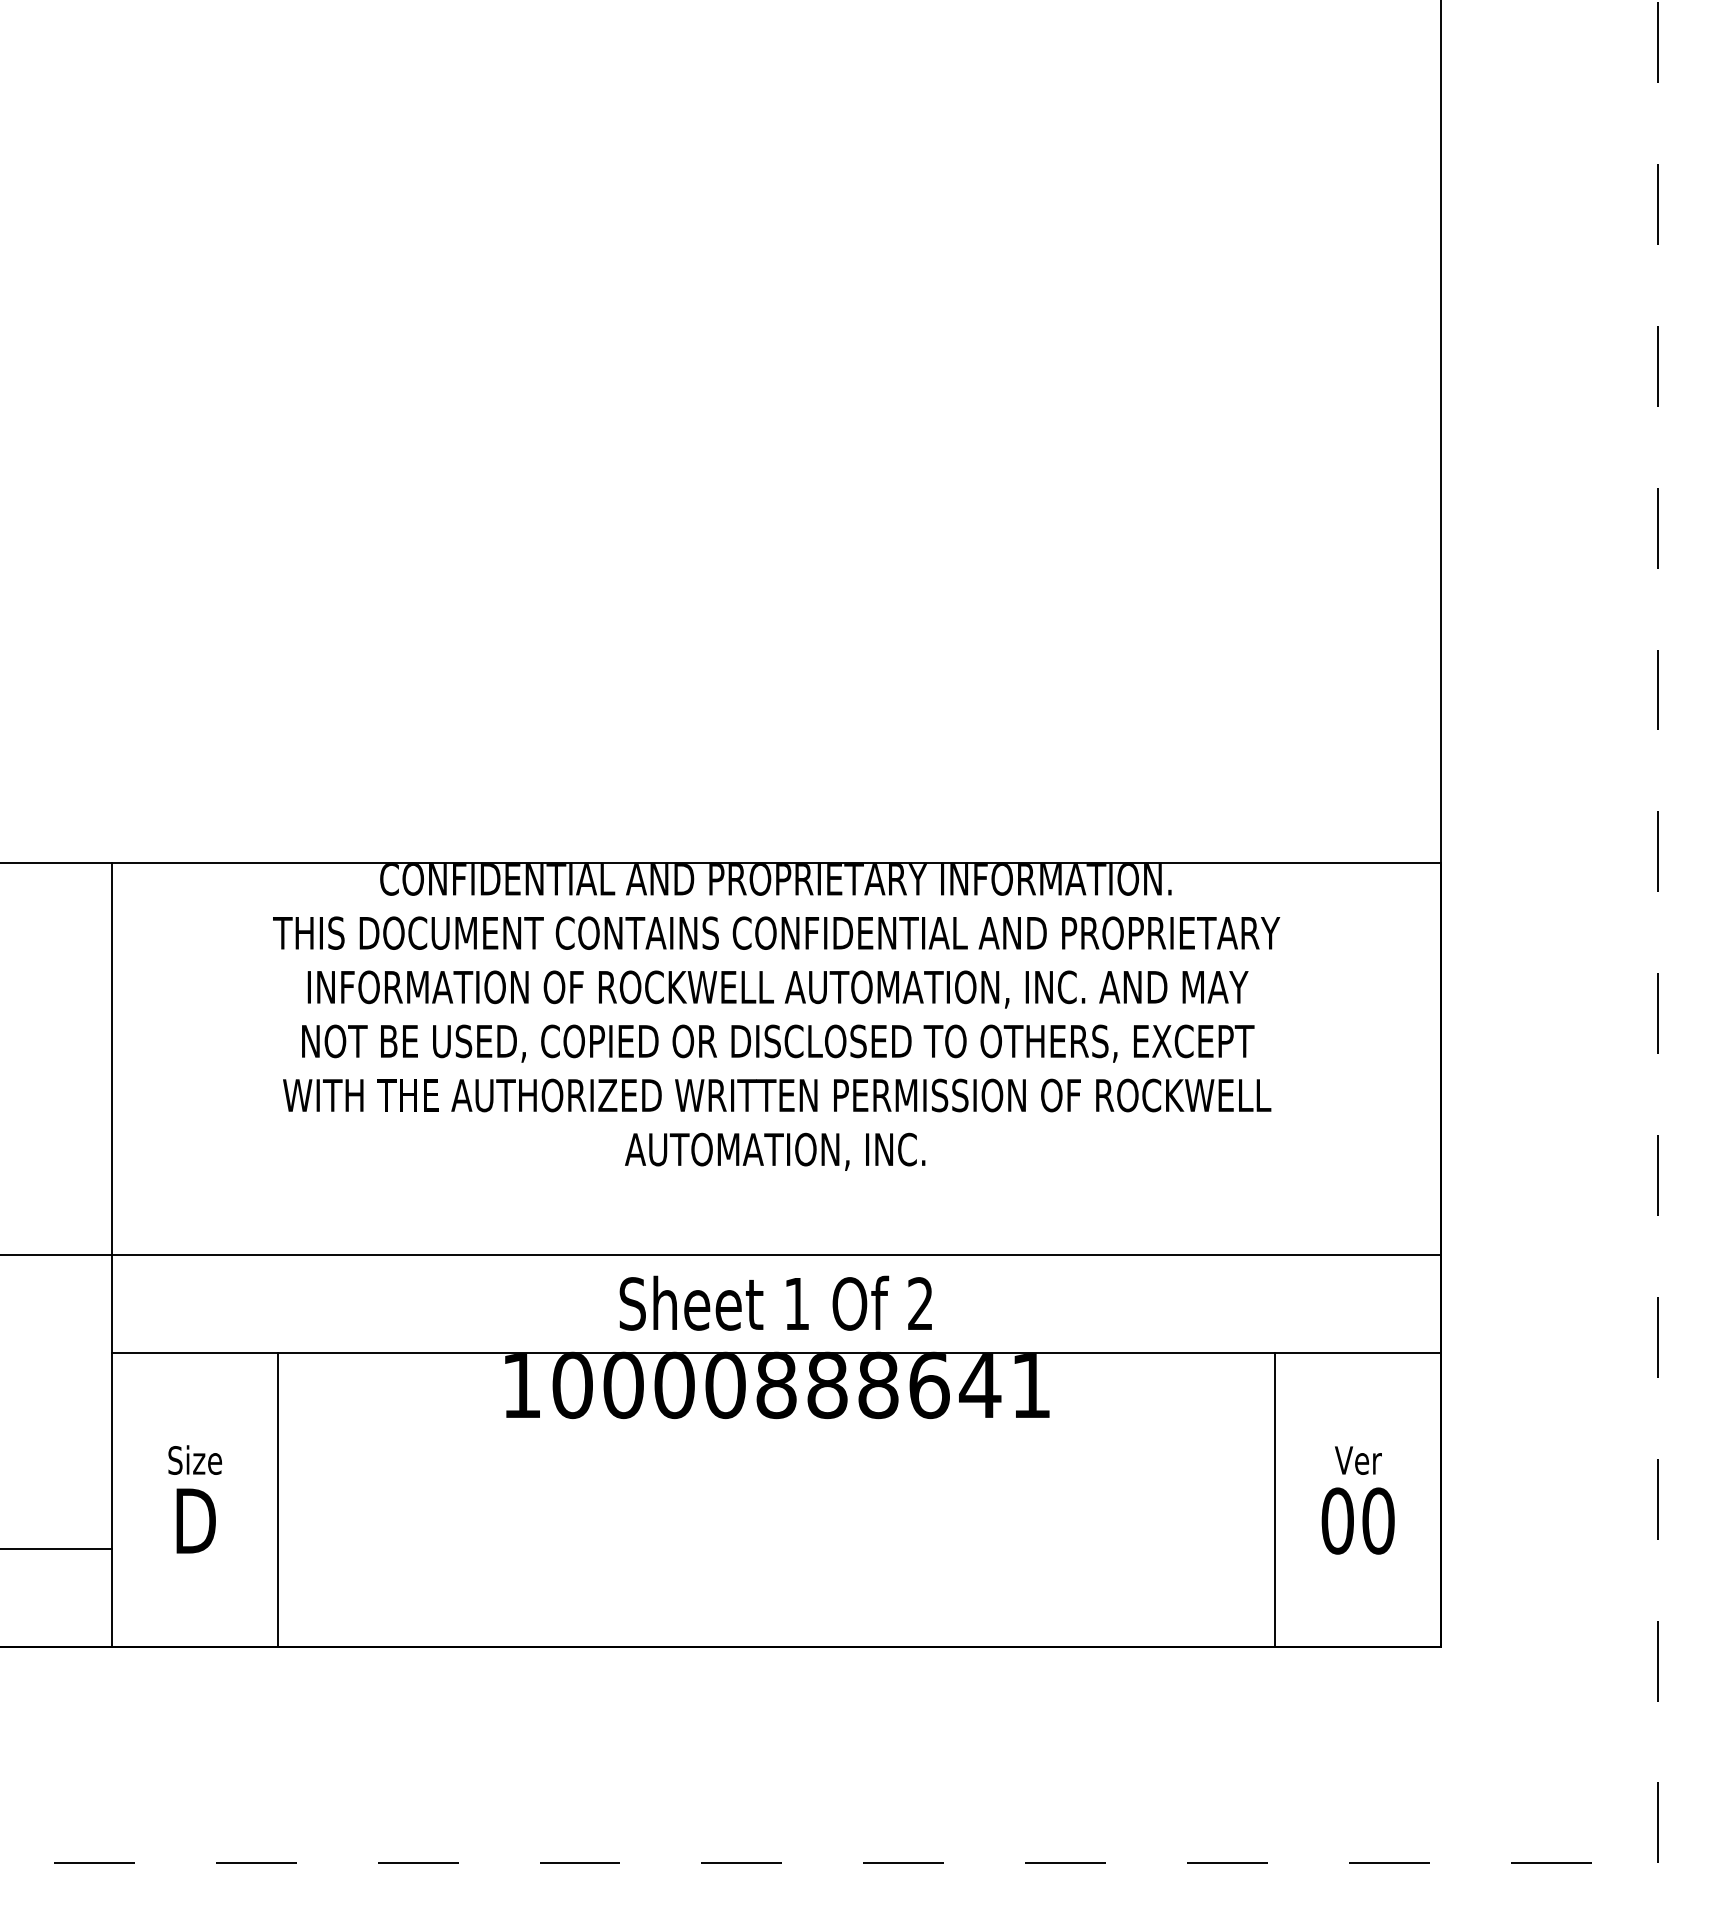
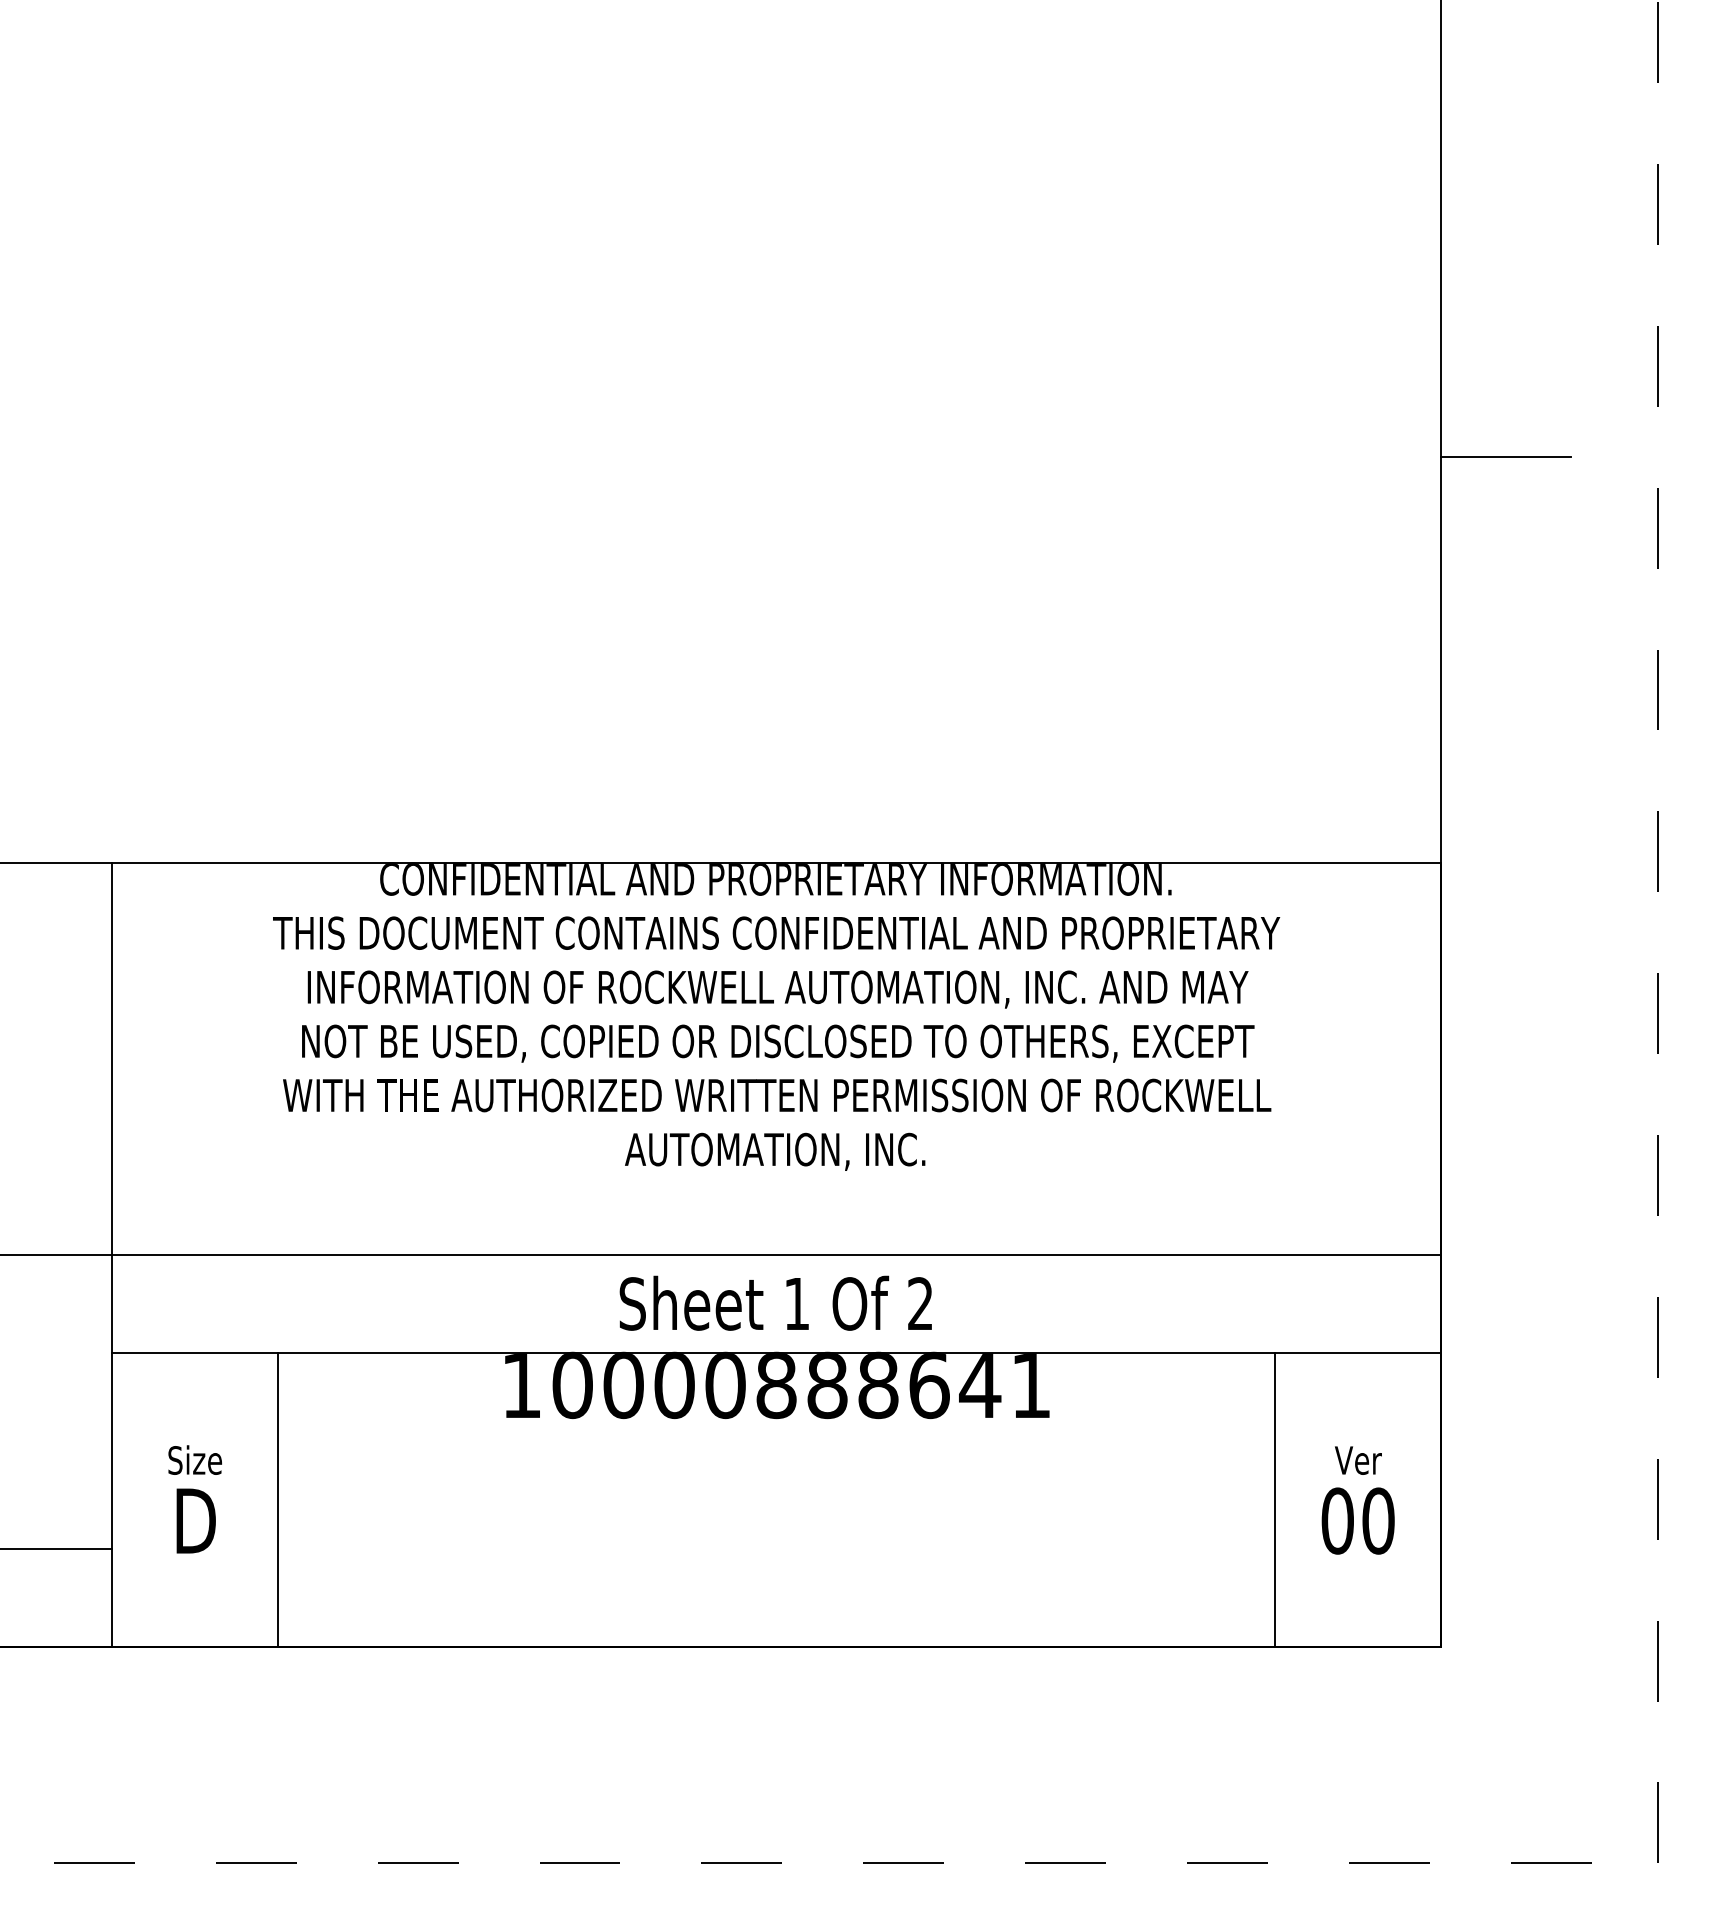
line at (1506, 456): none -> present
